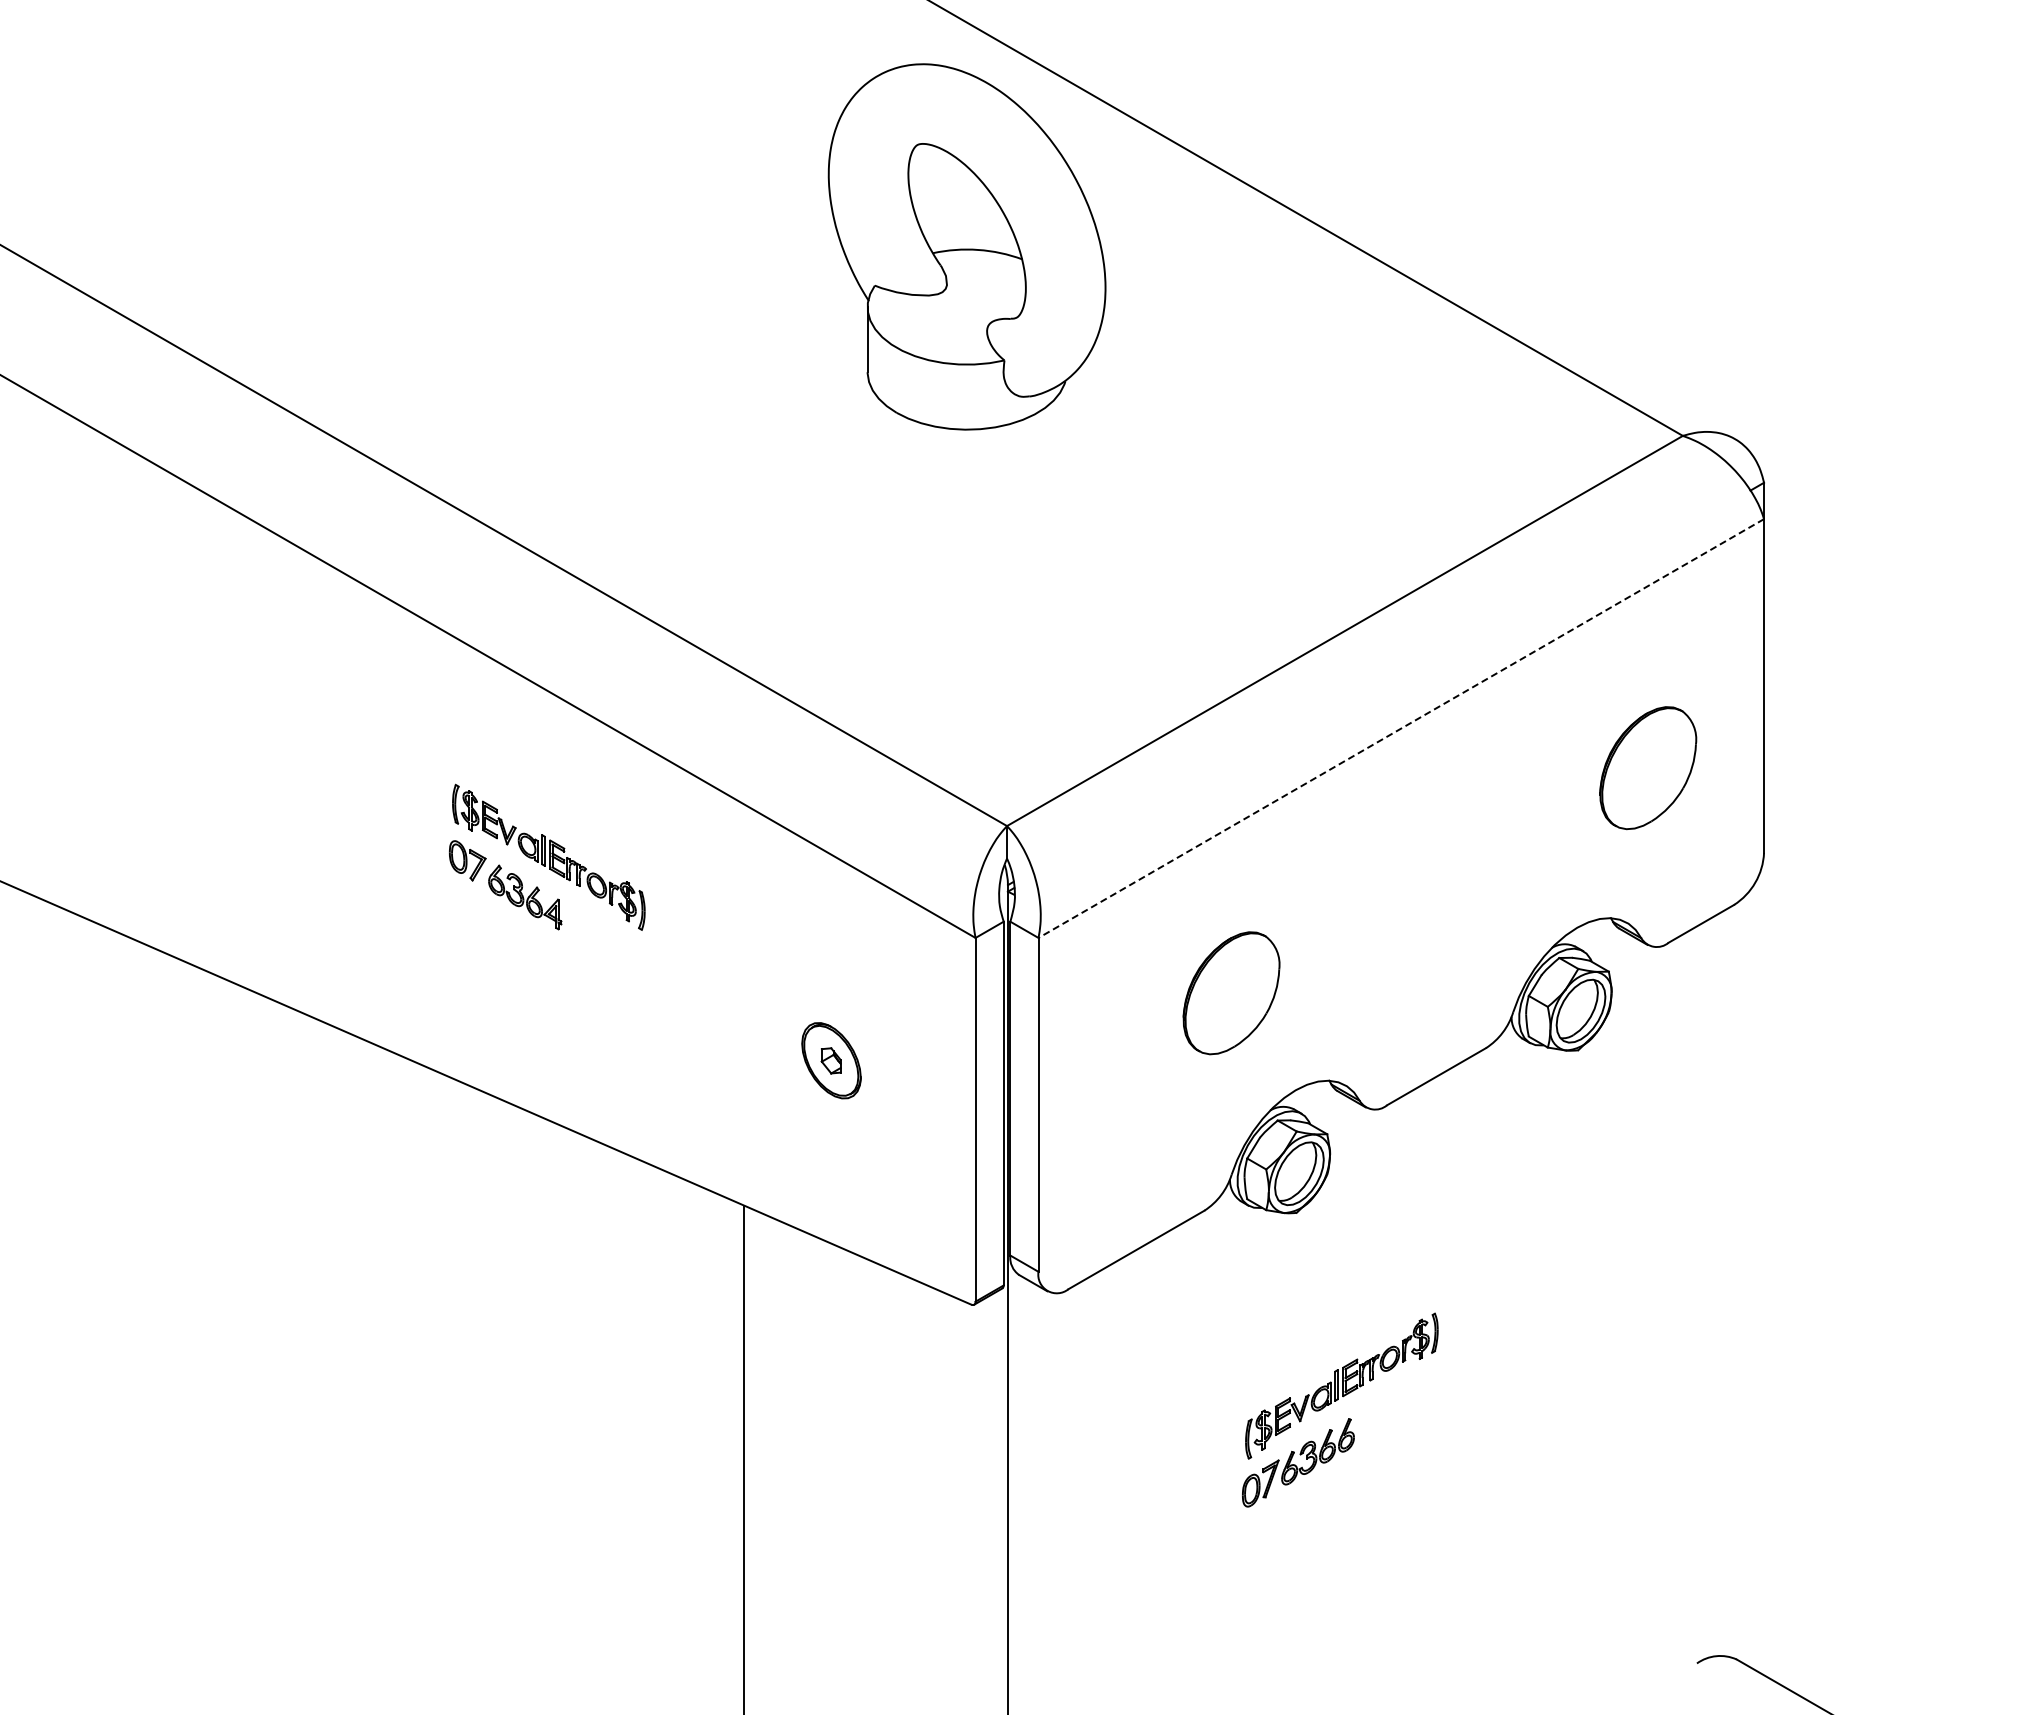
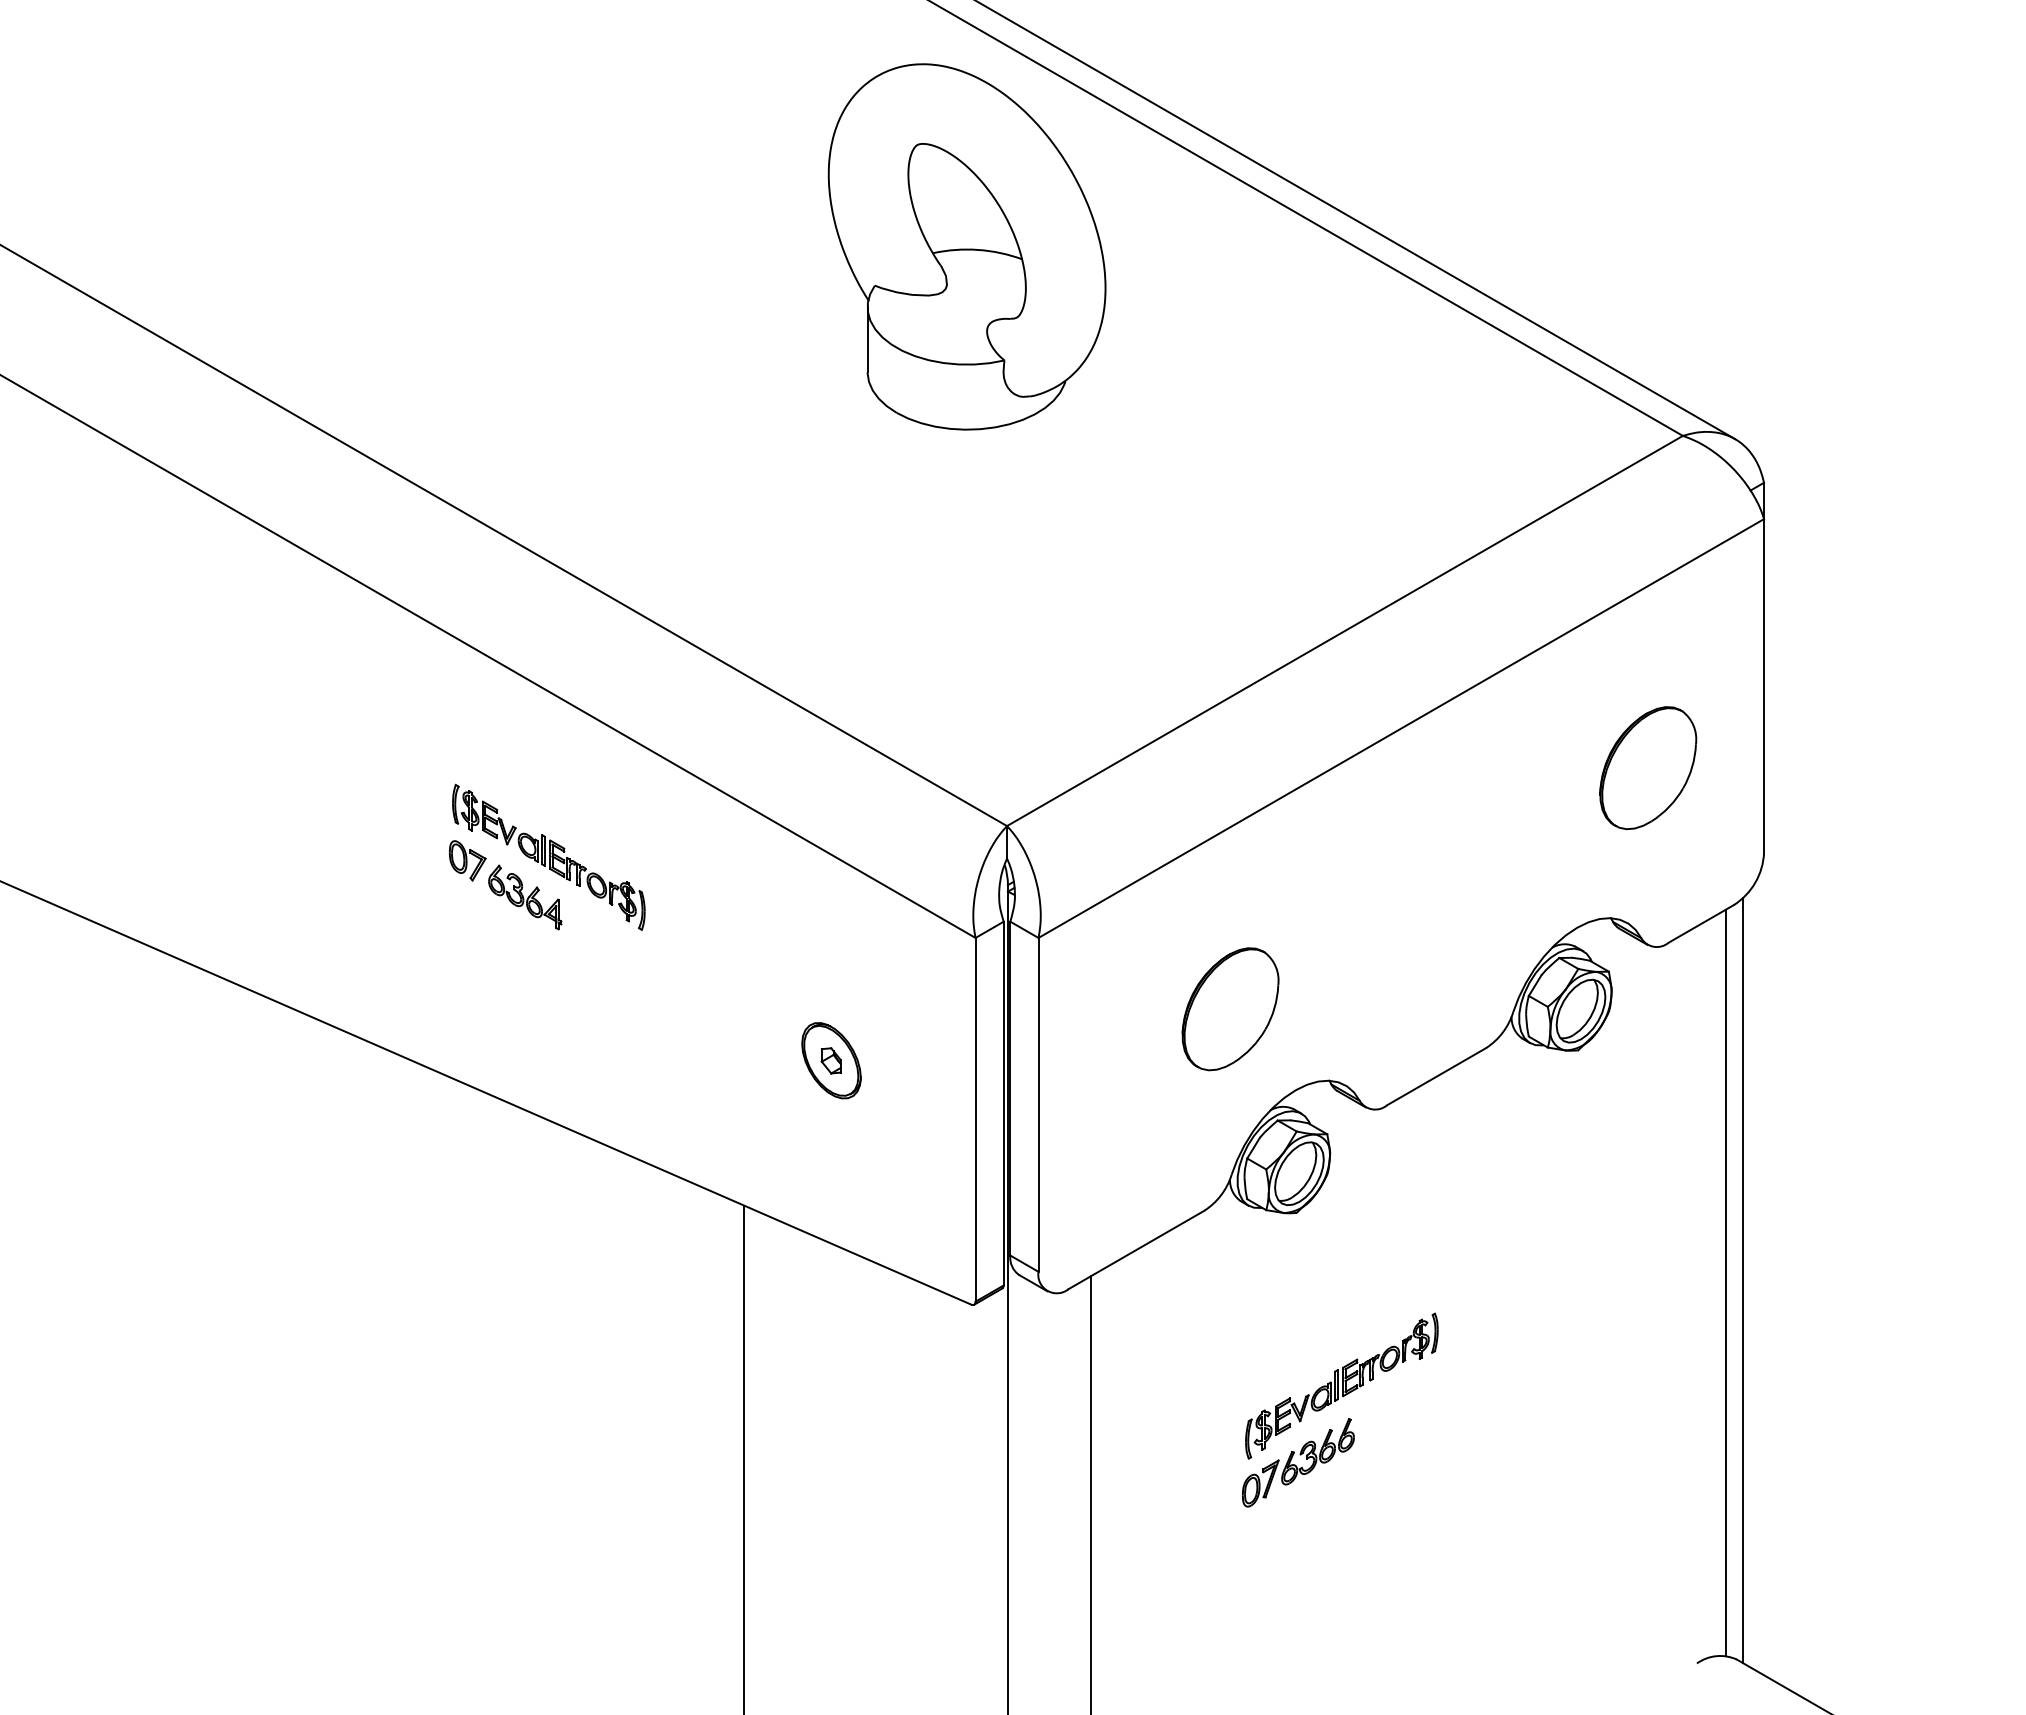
line at (1356, 220): none -> present
line at (1401, 728): dashed -> solid
part at (1231, 993) position: (1231, 993) -> (1230, 1009)
line at (1743, 1280): none -> present
line at (1726, 1282): none -> present
line at (1090, 1493): none -> present
